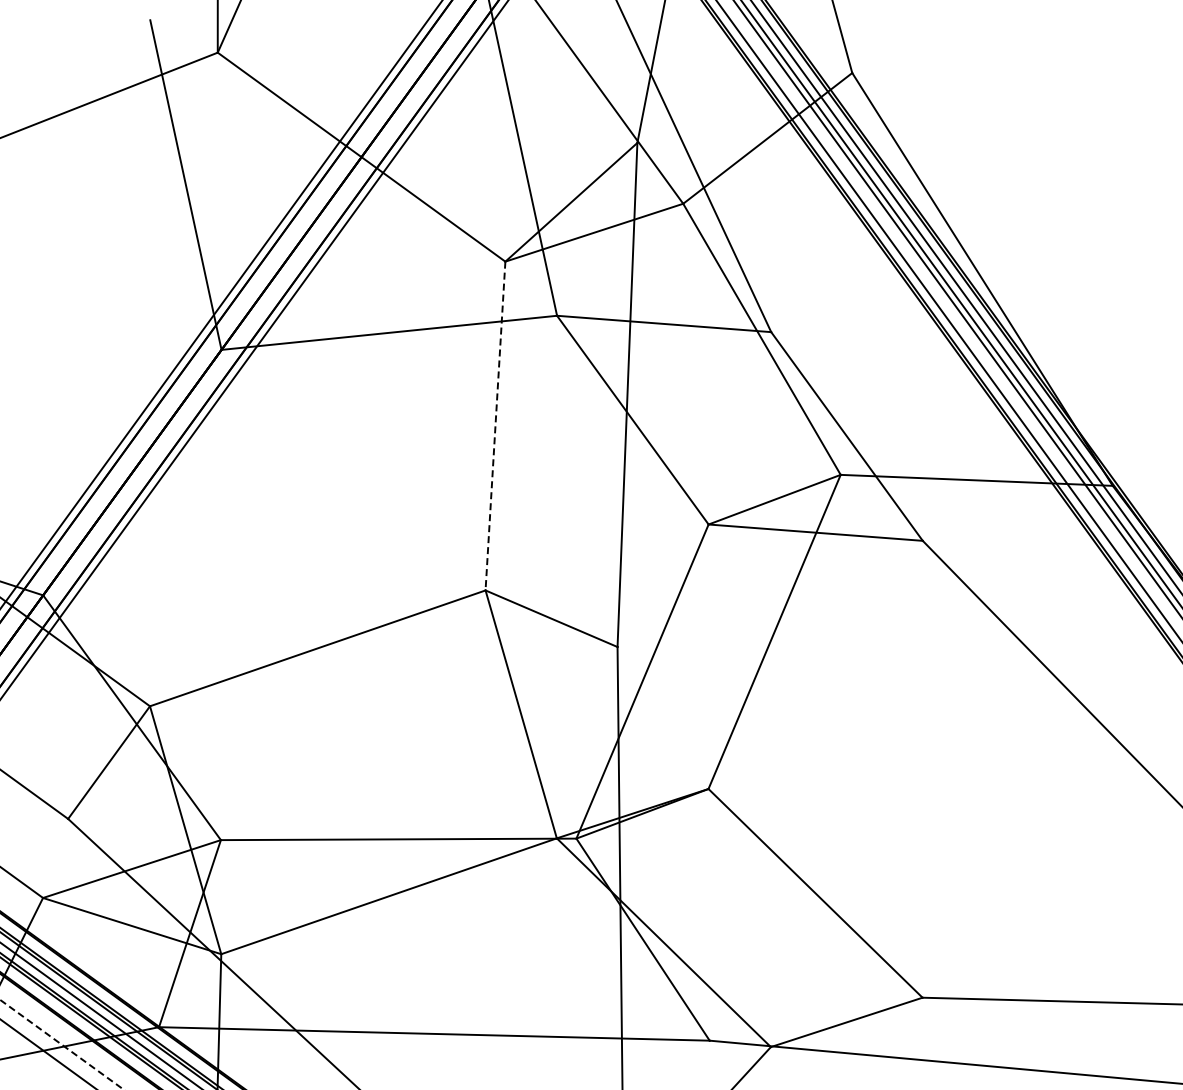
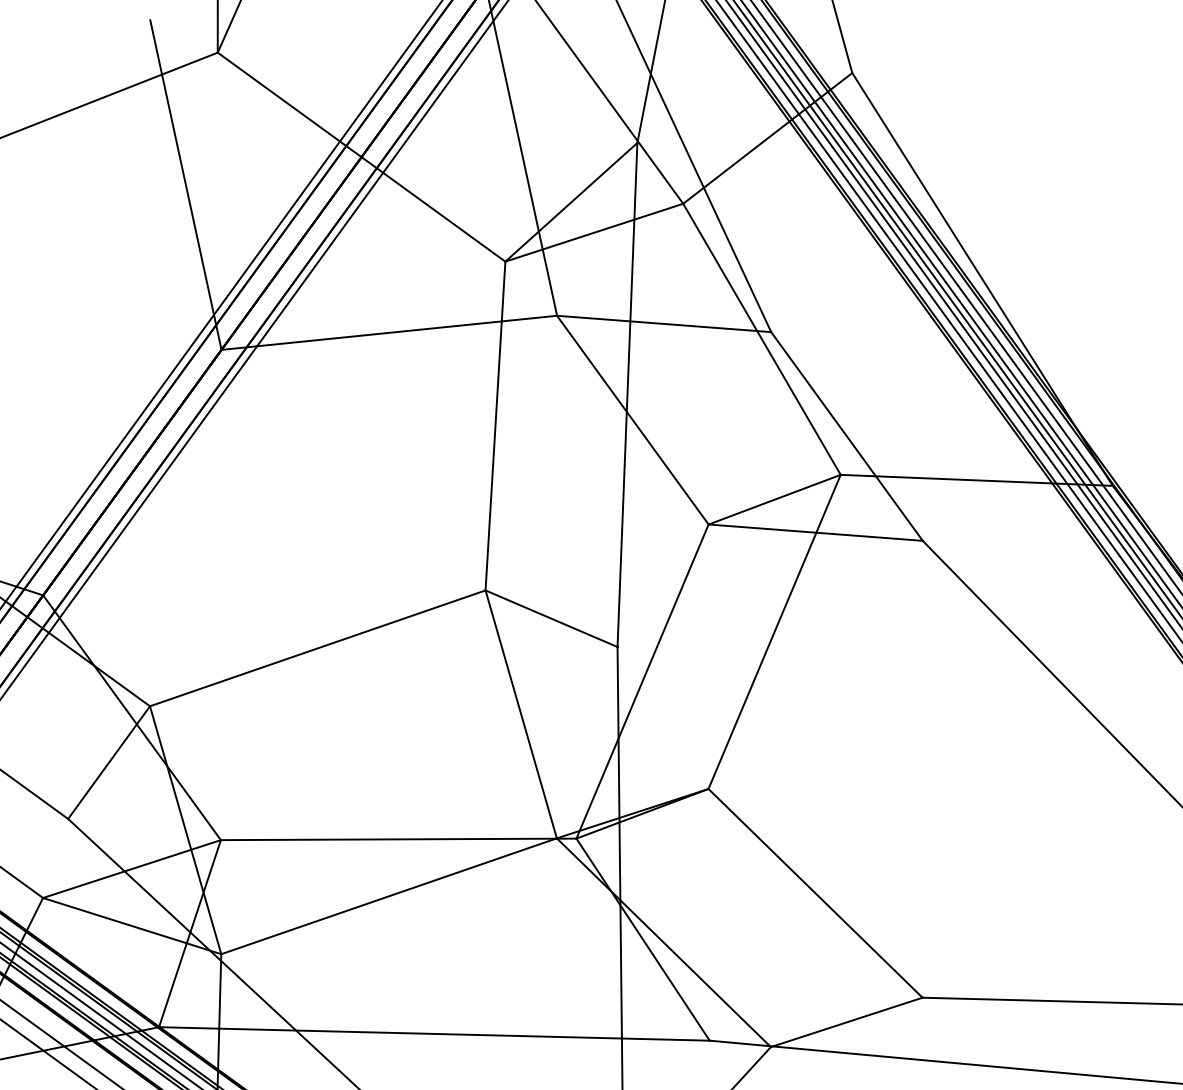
line at (953, 313): none -> present
line at (495, 426): dashed -> solid
line at (62, 1045): dashed -> solid
